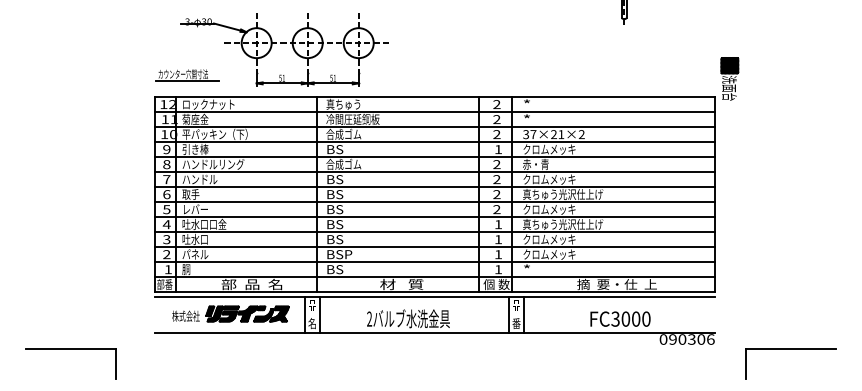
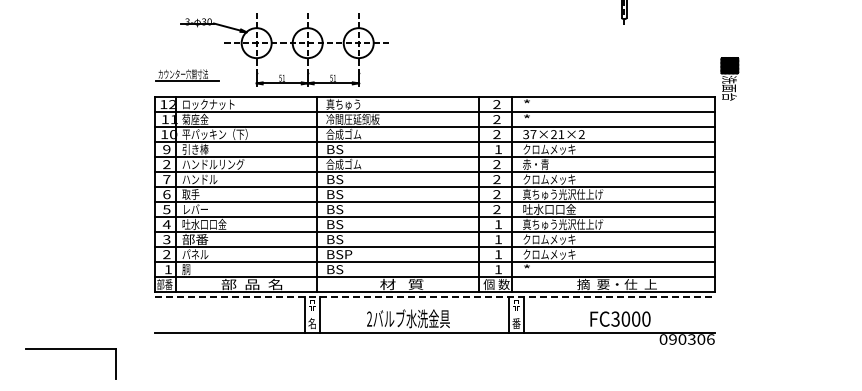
text at (166, 164): 8 -> 2
text at (549, 209): クロムメッキ -> 吐水口口金
text at (195, 239): 吐水口 -> 部番
line at (434, 296): solid -> dashed
part at (230, 313): present -> none
part at (790, 349): present -> none
